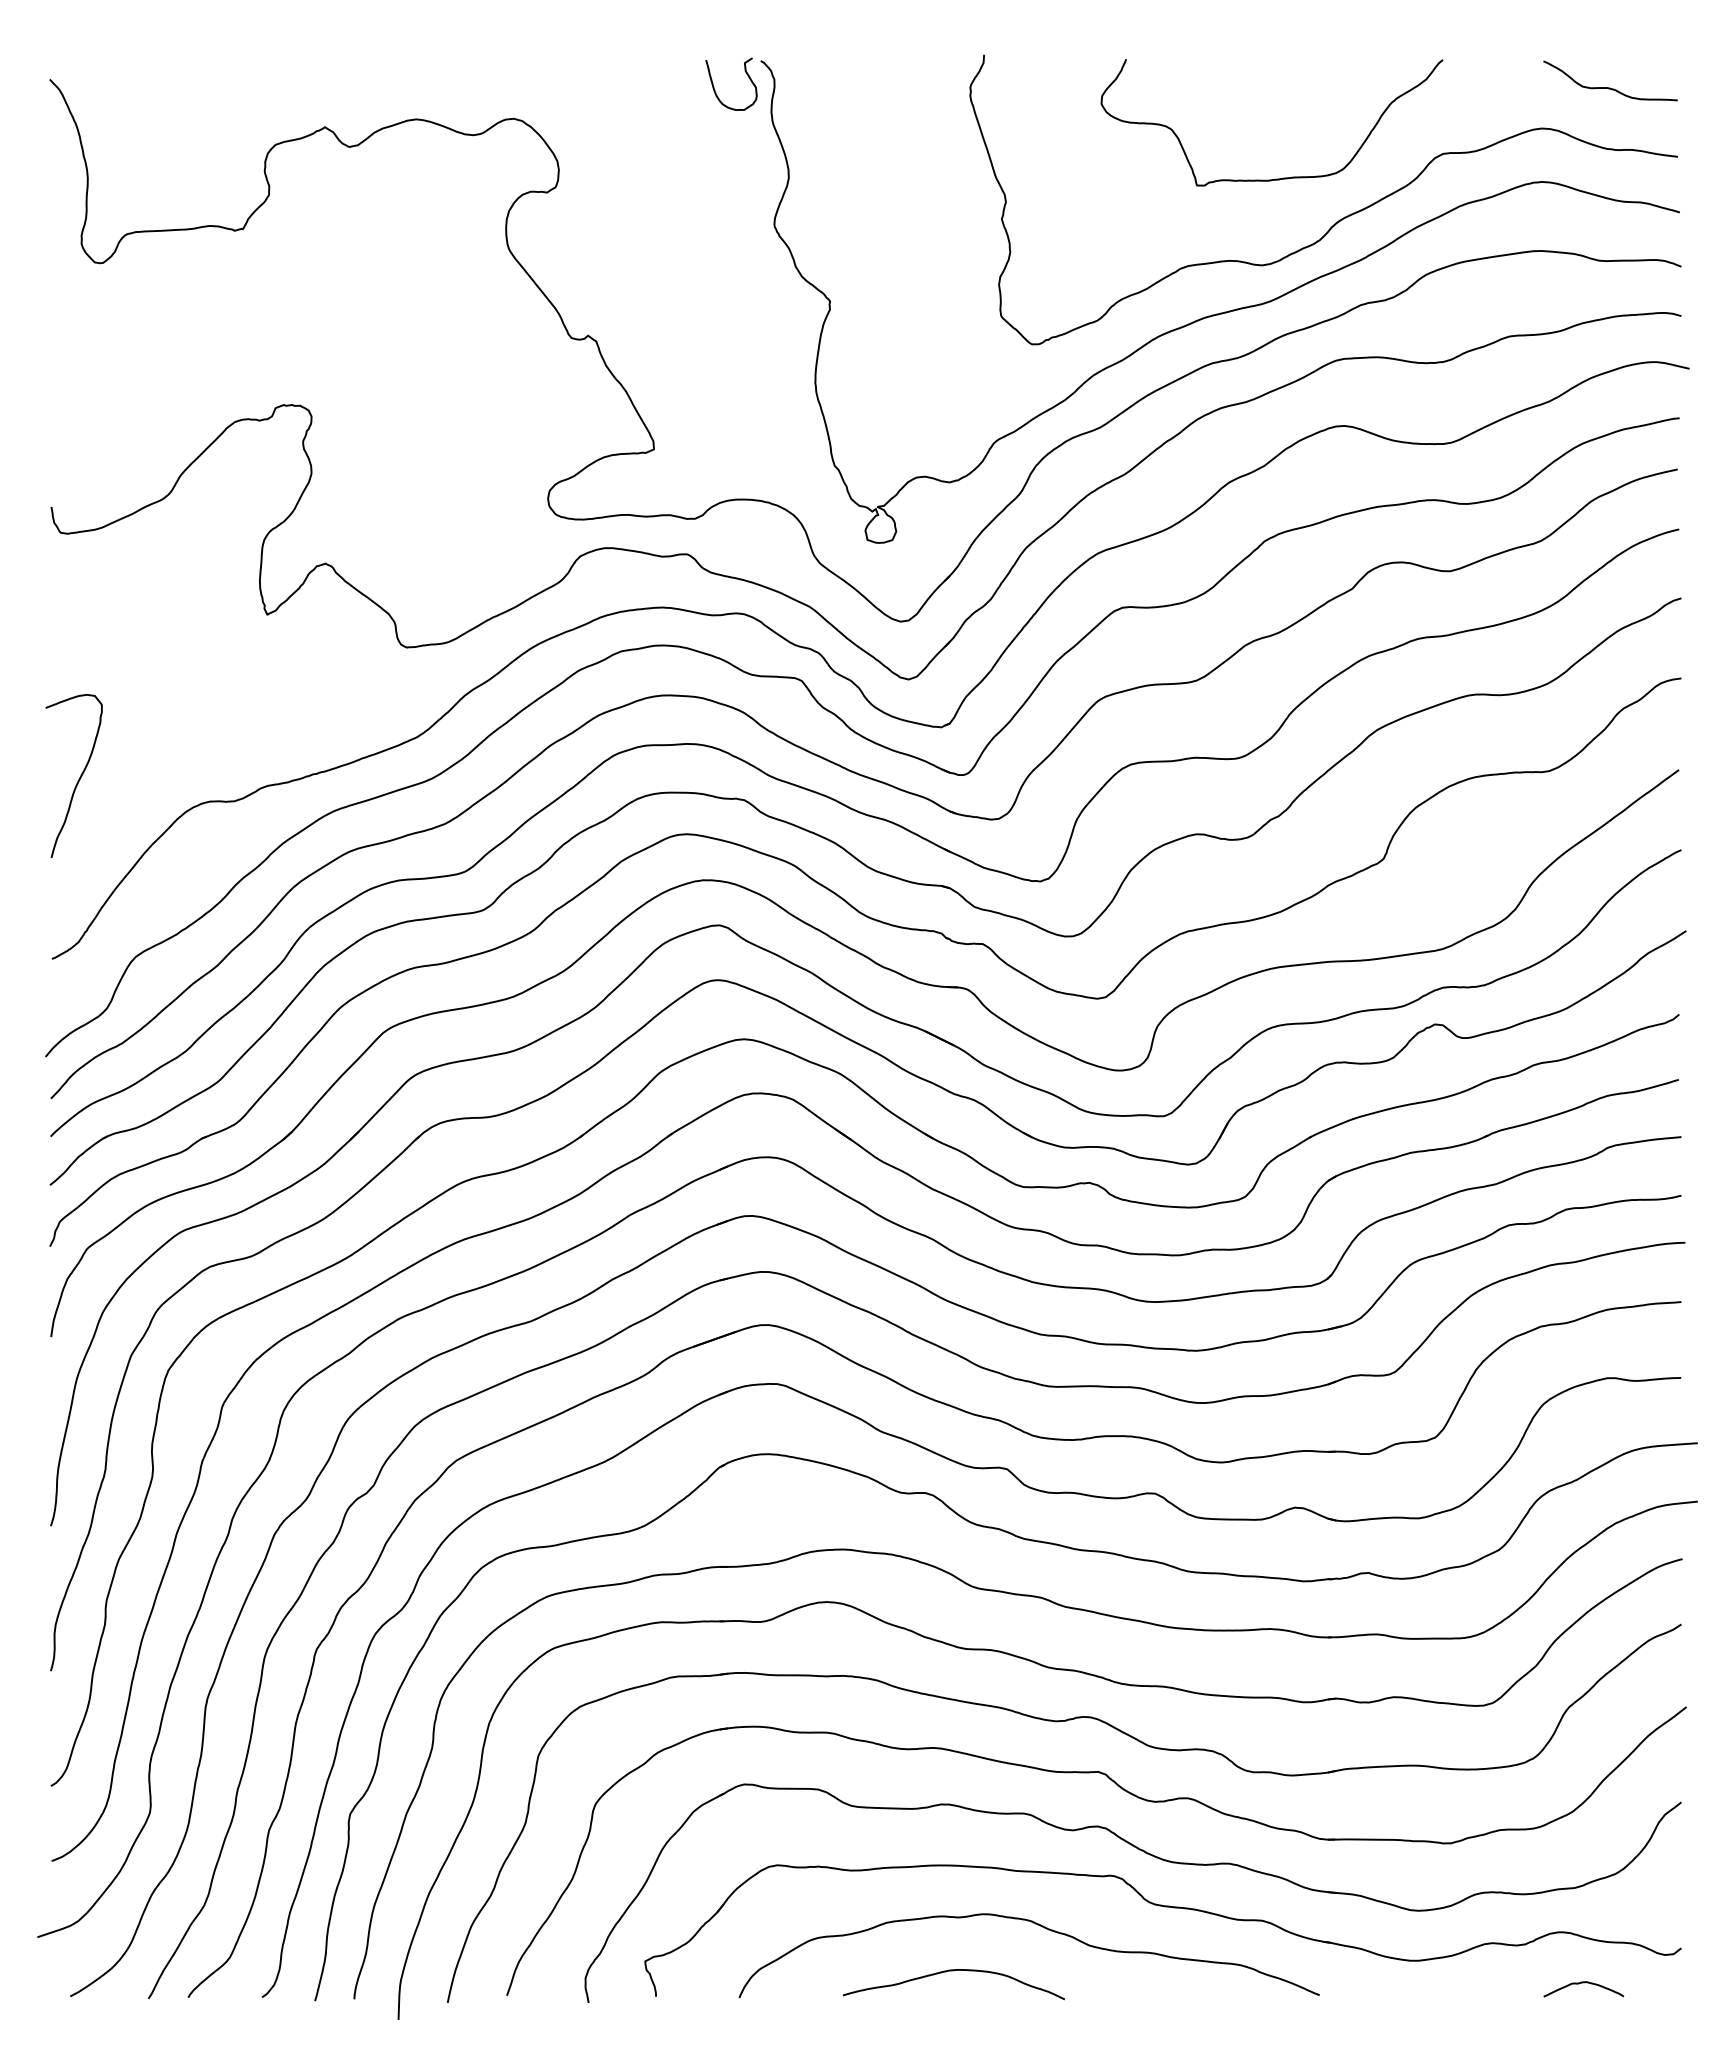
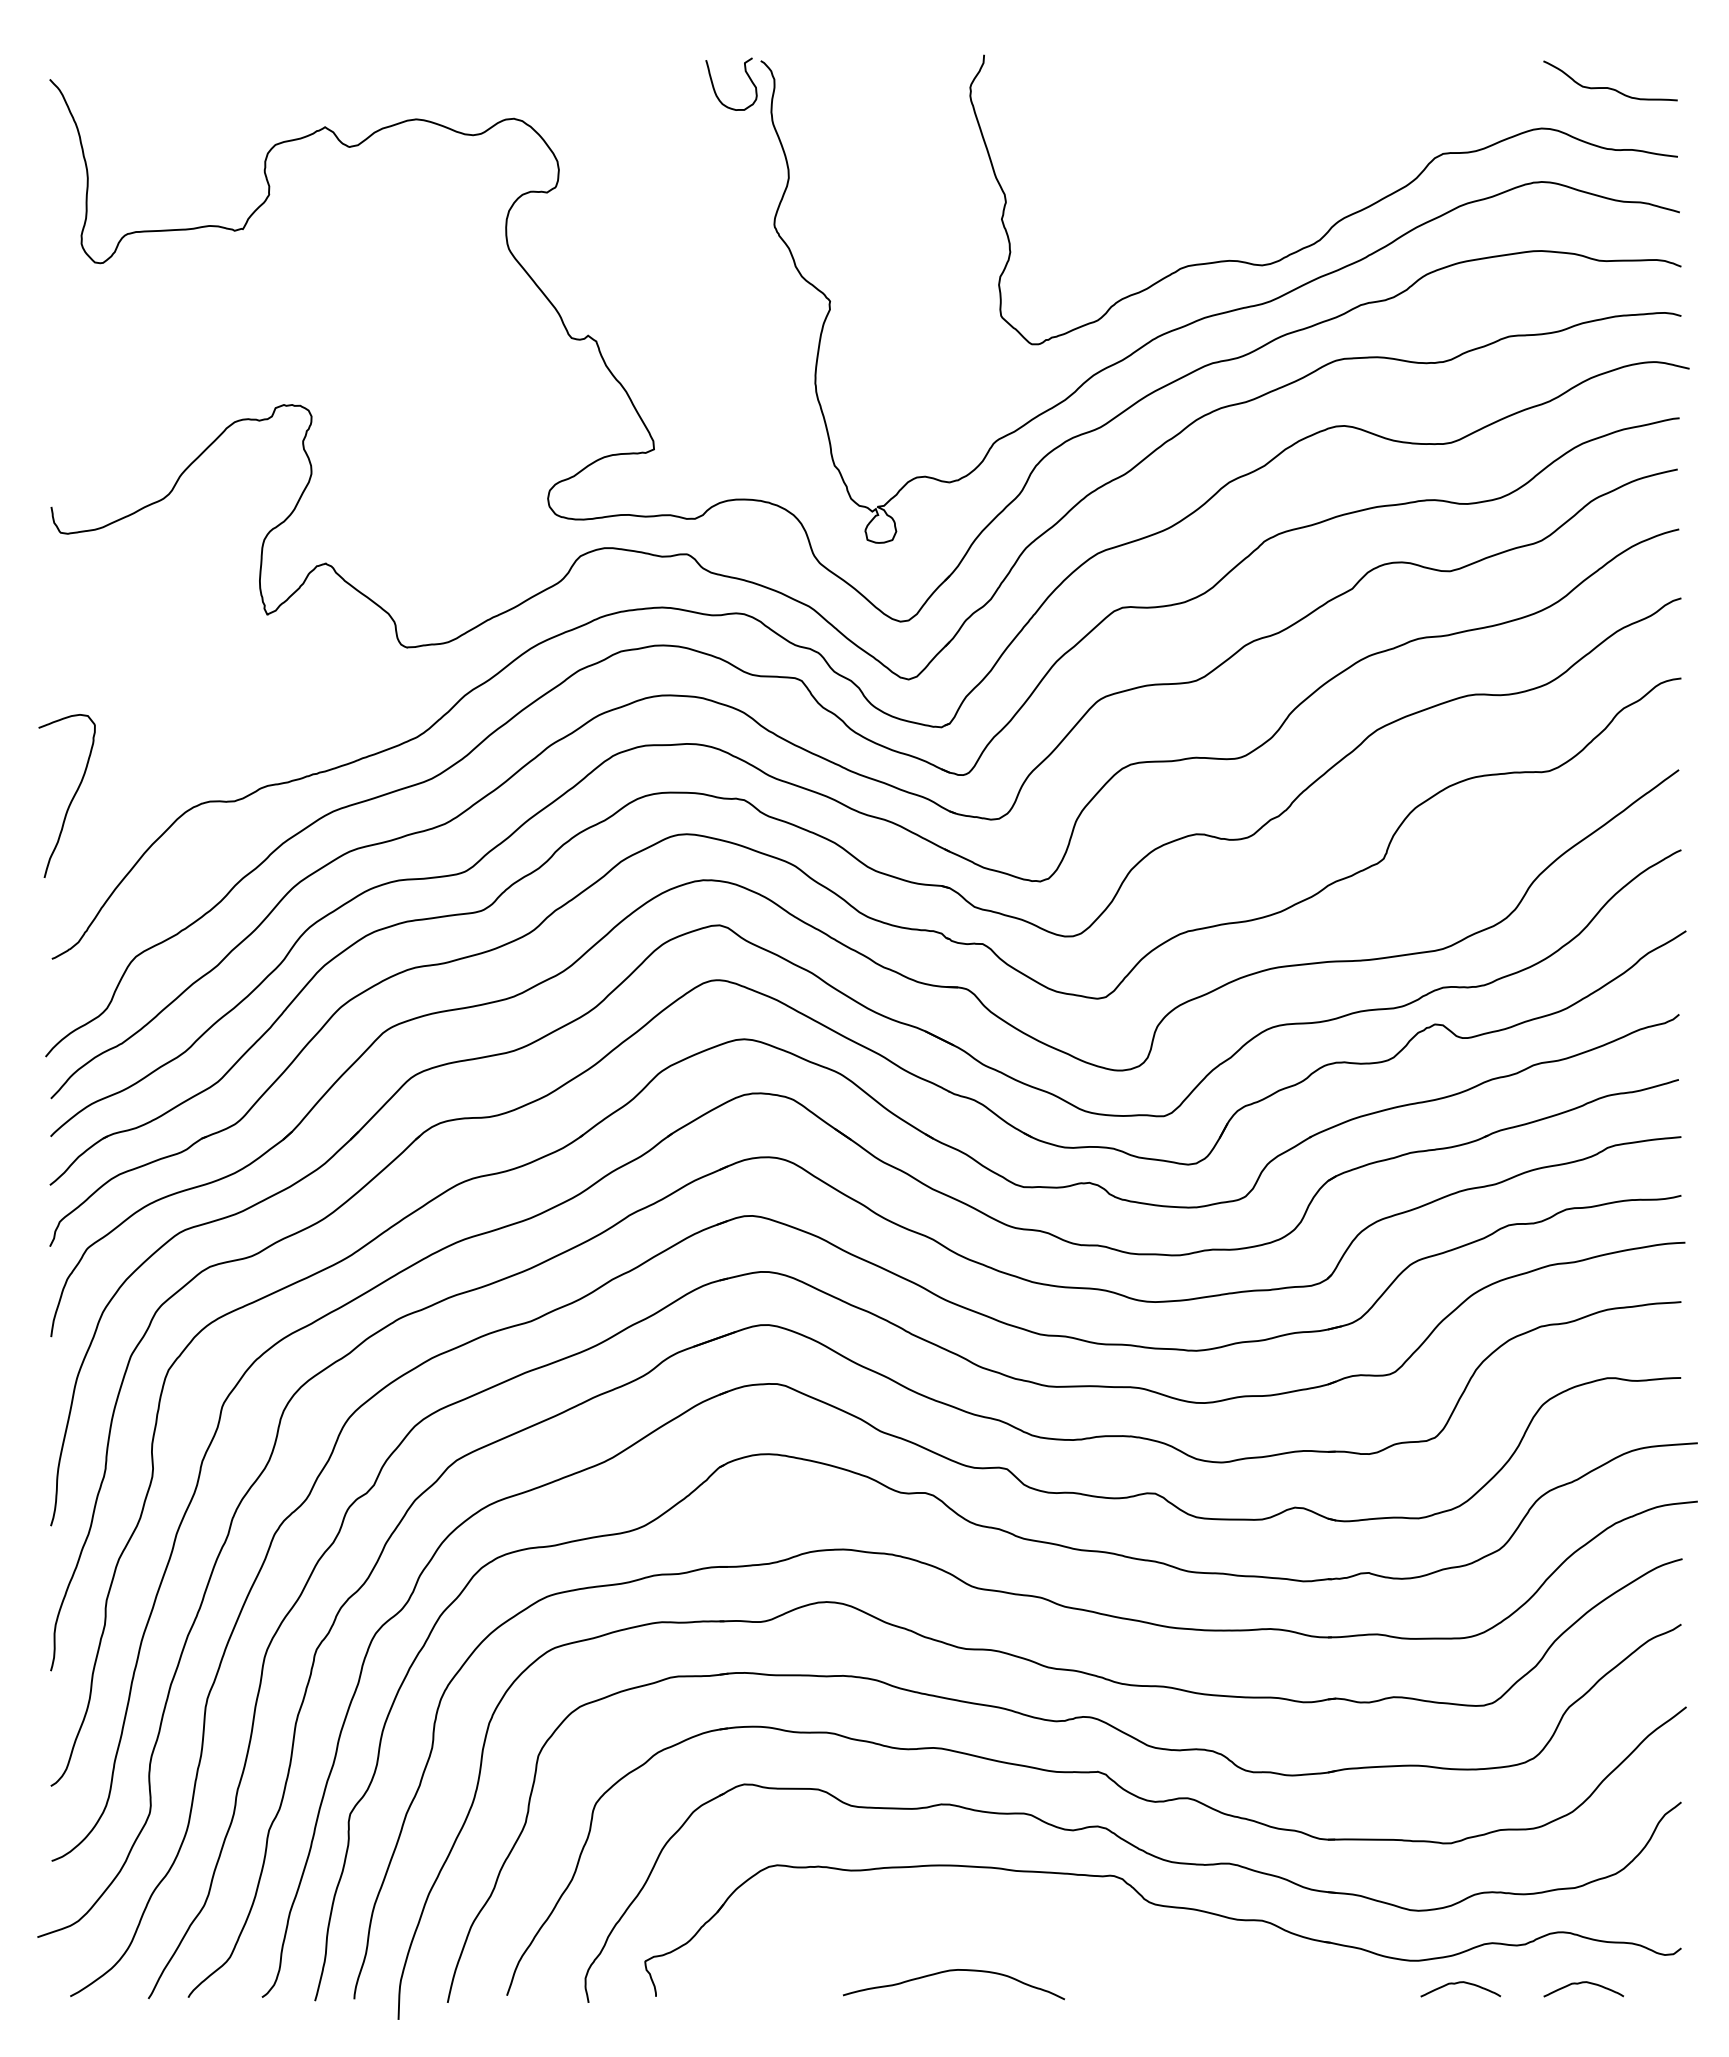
curve at (1275, 178): present -> none
curve at (79, 777) position: (79, 777) -> (72, 797)
curve at (1042, 1927): present -> none
curve at (1460, 1983): none -> present
